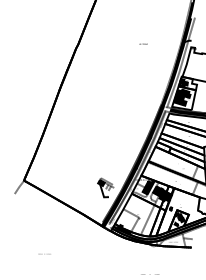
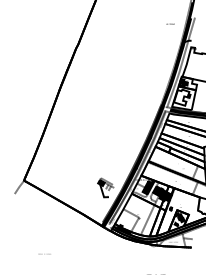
text at (143, 43) position: (143, 43) -> (170, 23)
fill at (181, 97): present -> none
text at (150, 274) position: (150, 274) -> (156, 274)
